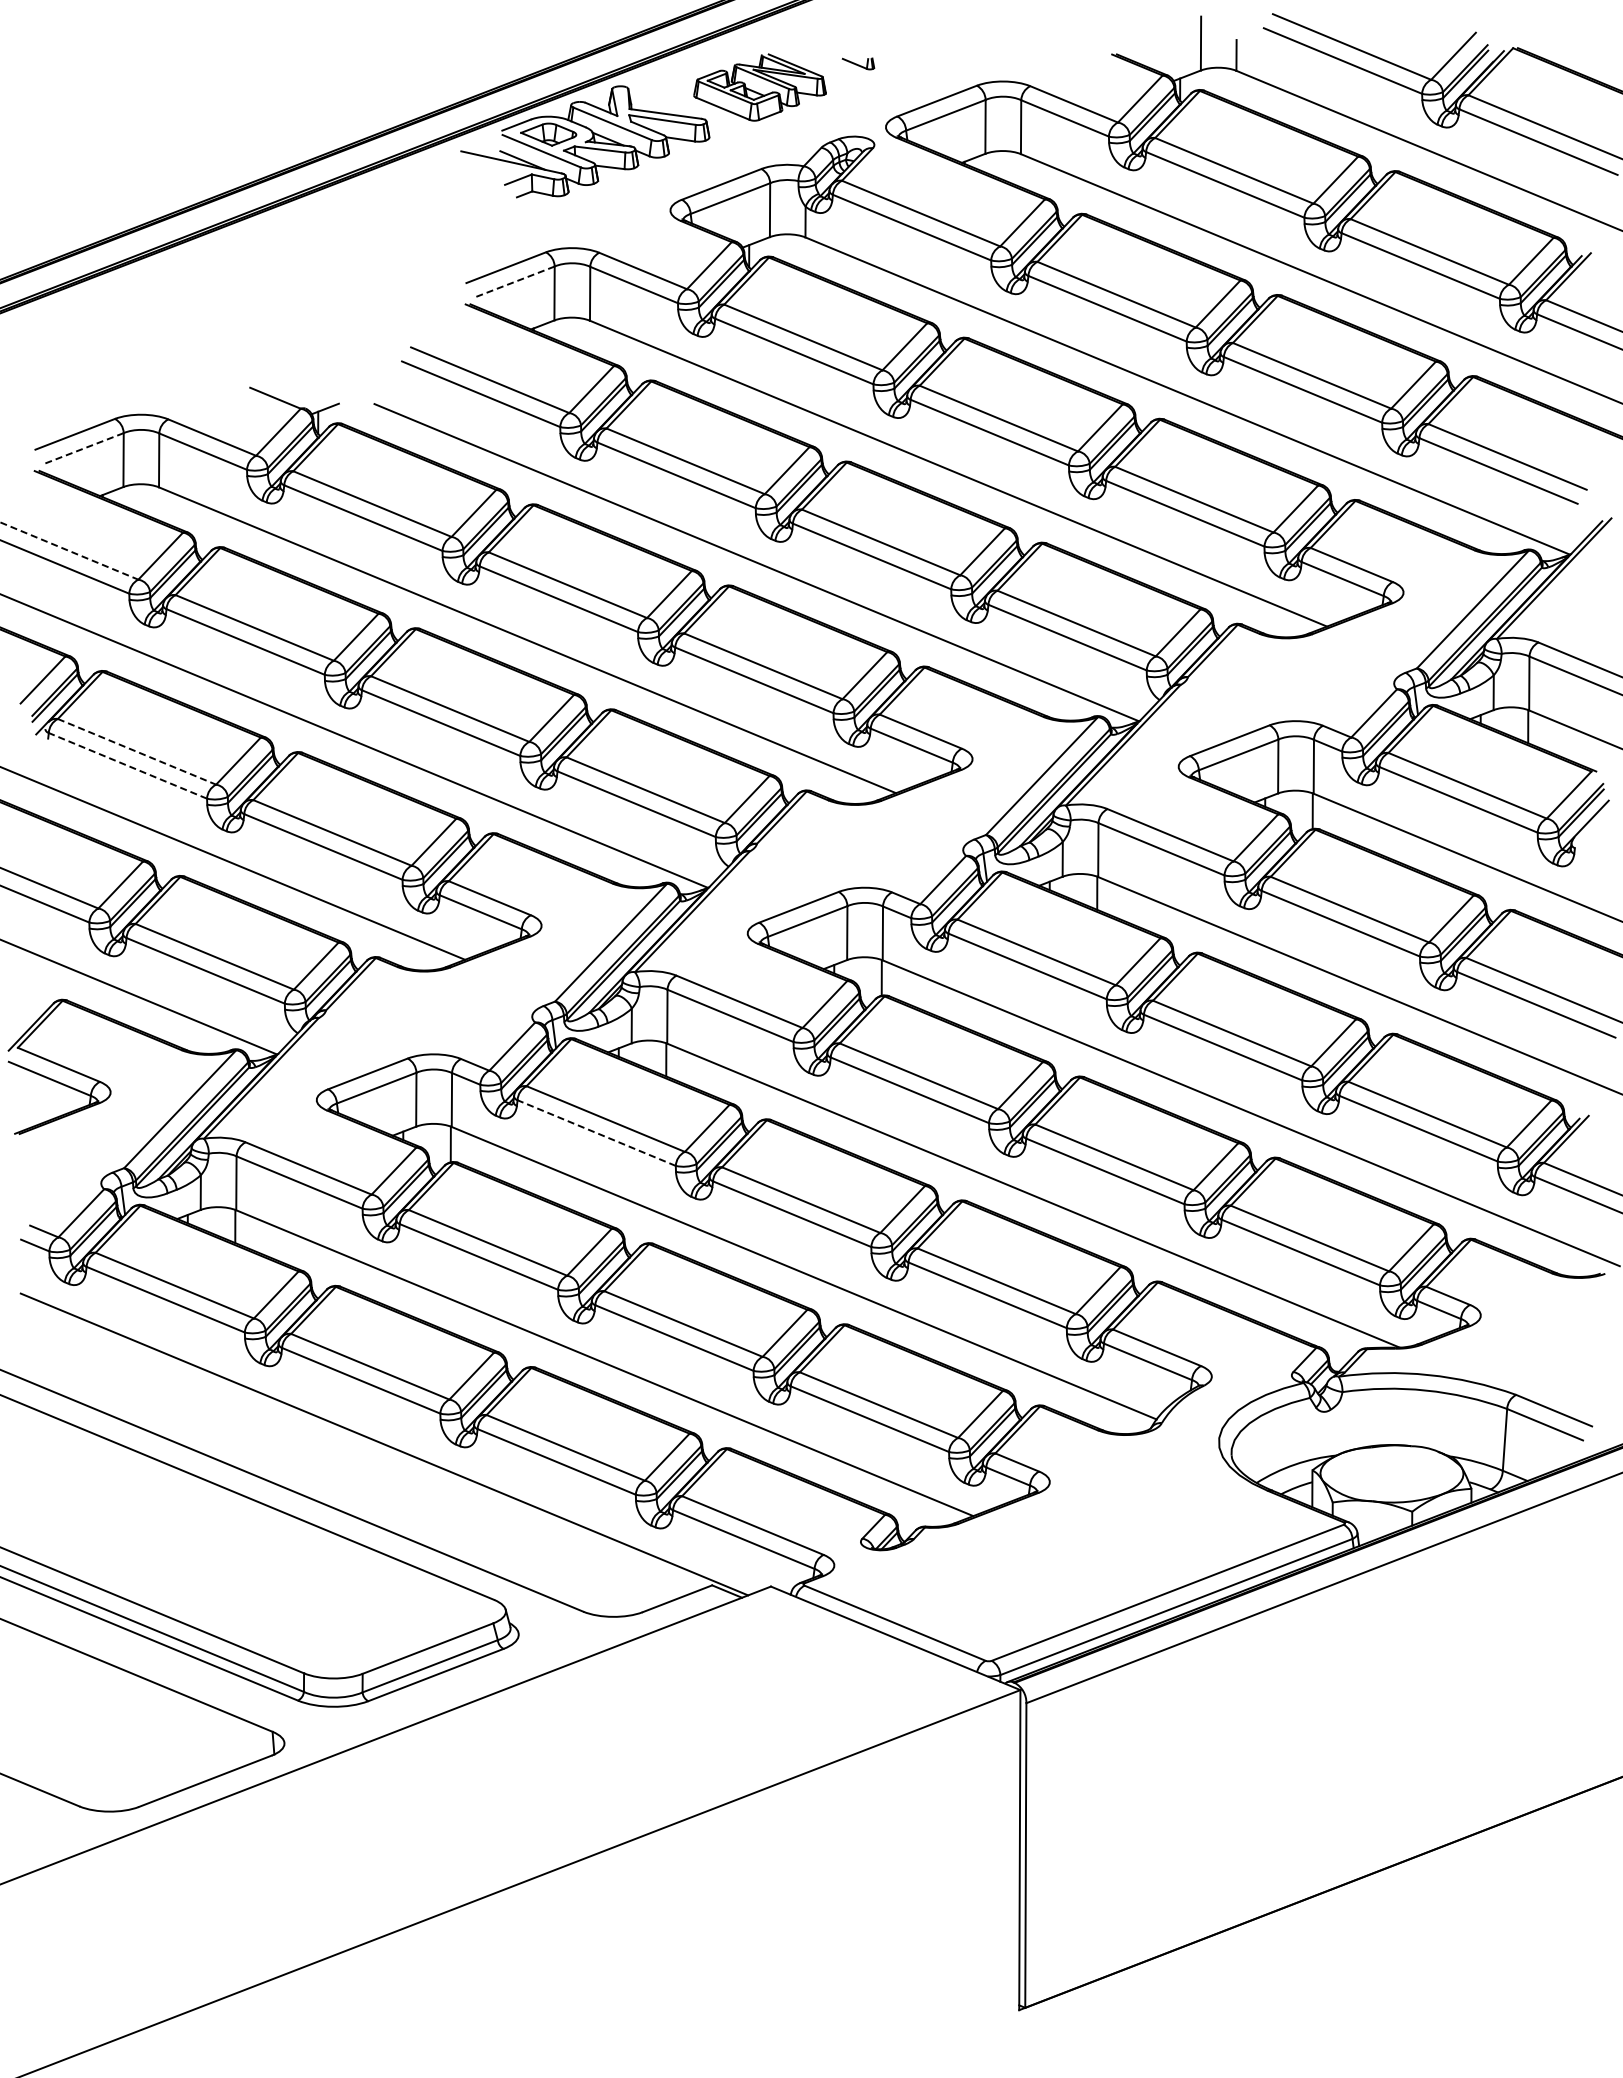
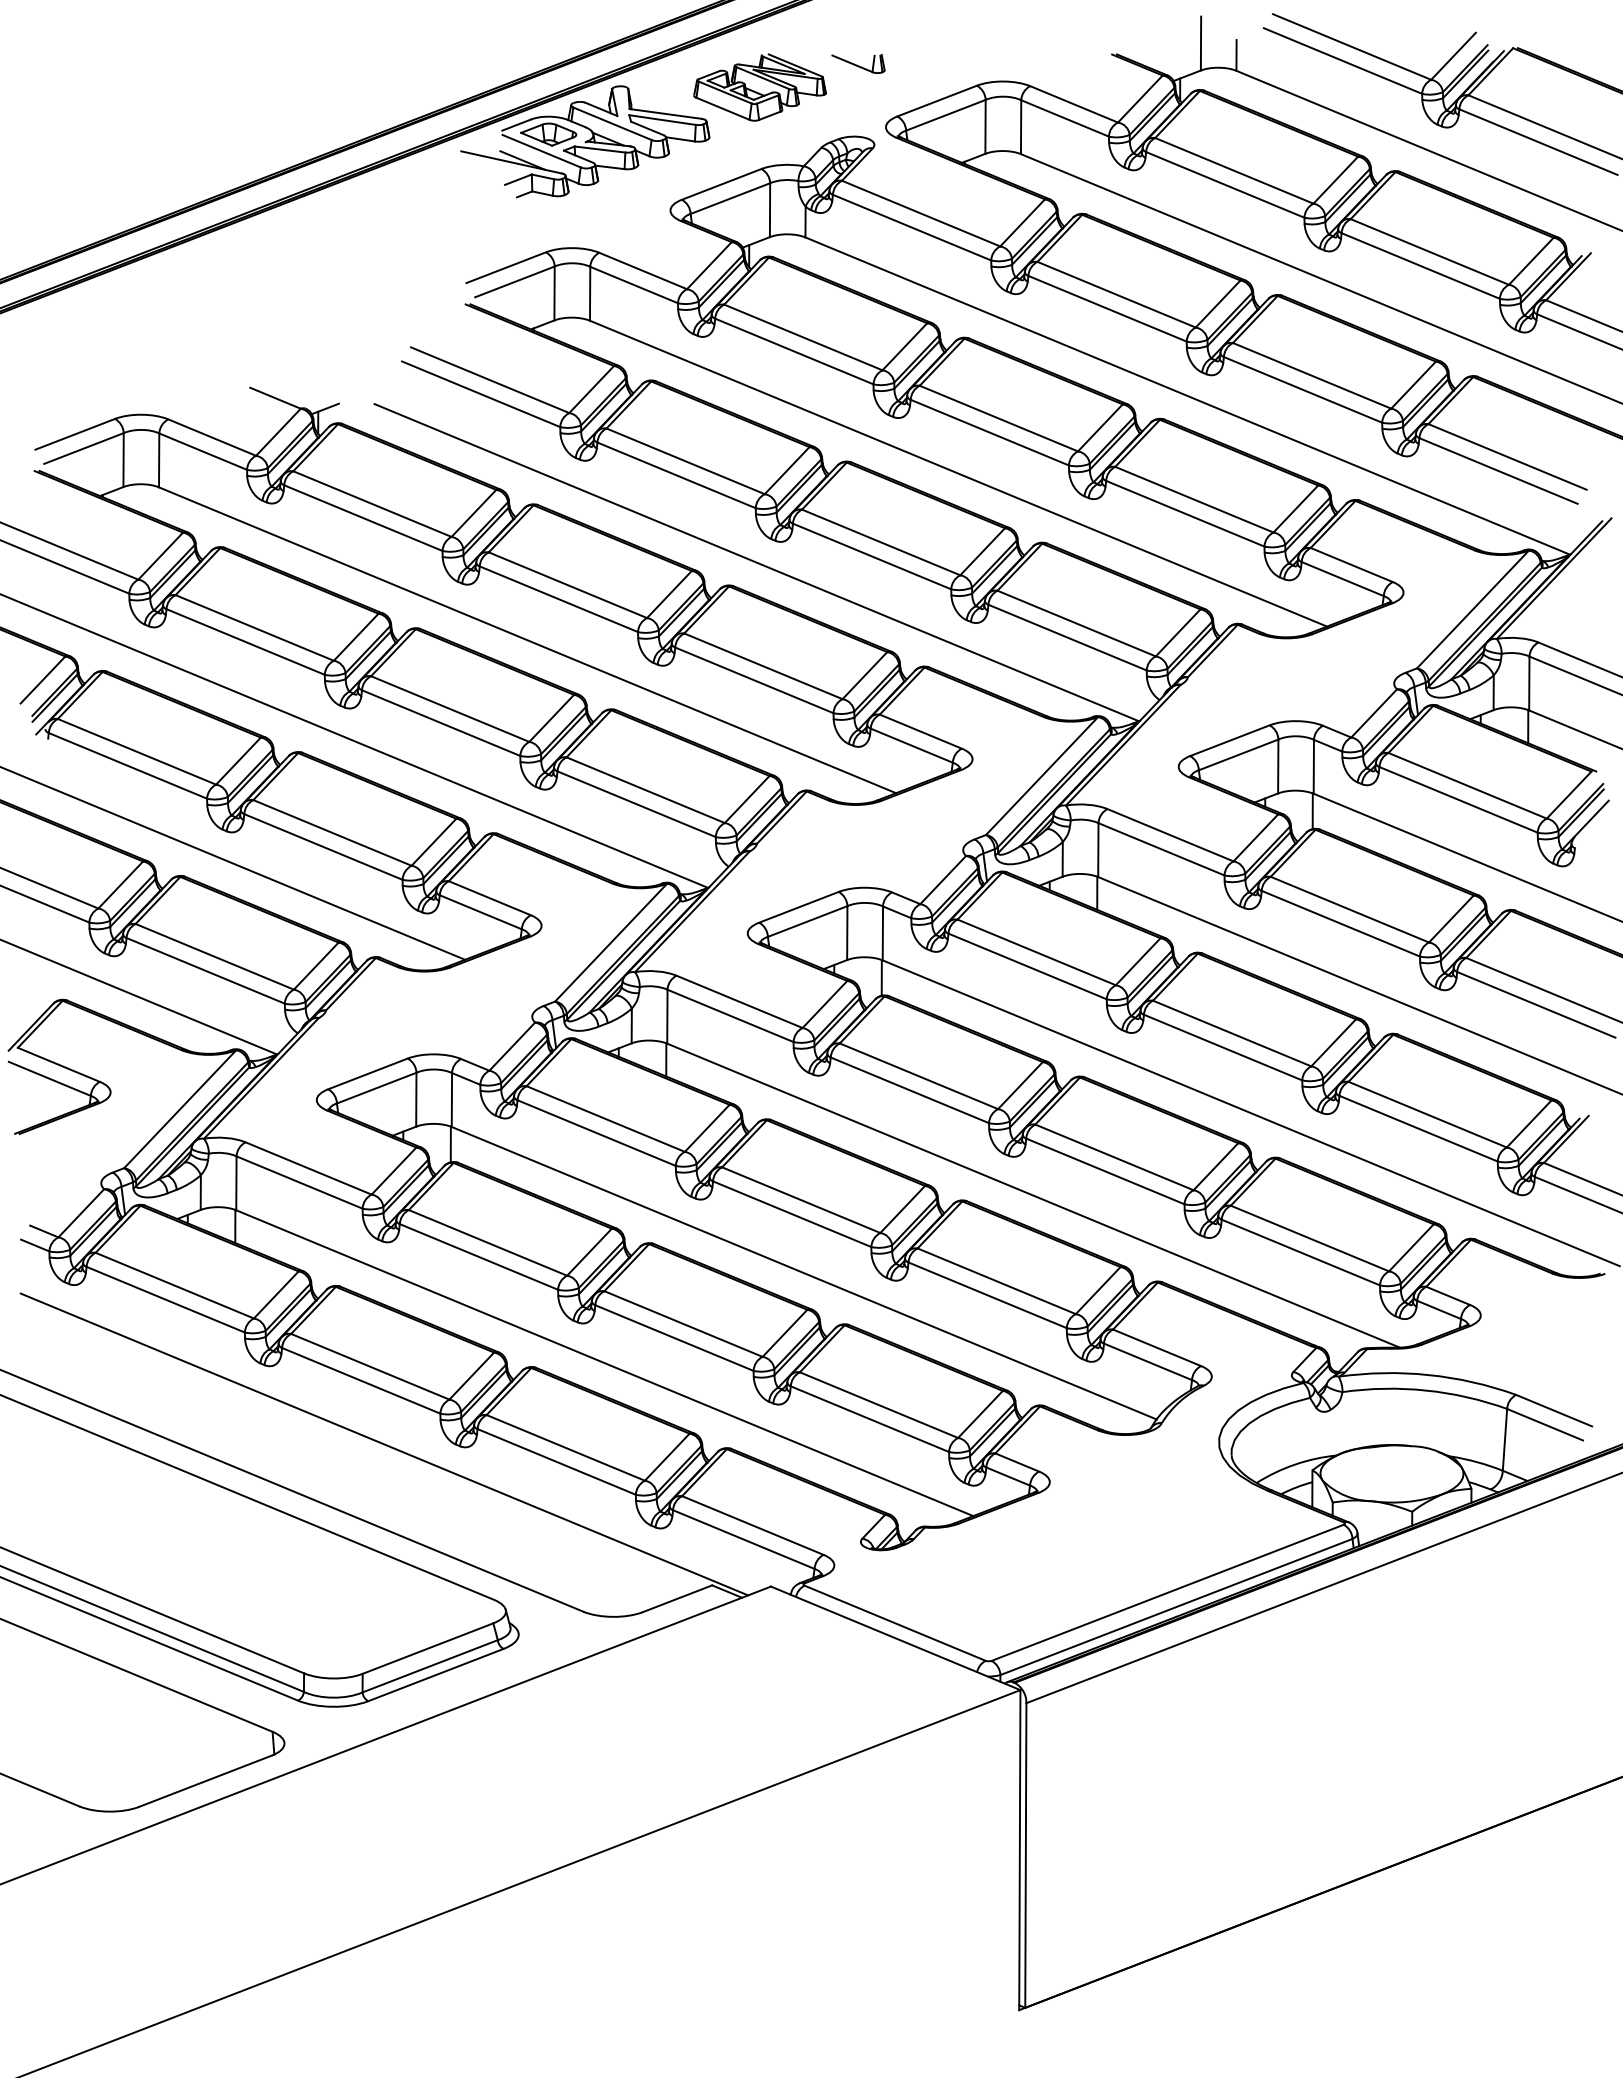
part at (858, 63) size: 35x14 px -> 55x20 px
line at (514, 281): dashed -> solid
line at (83, 448): dashed -> solid
line at (69, 551): dashed -> solid
line at (137, 751): dashed -> solid
line at (127, 765): dashed -> solid
line at (596, 1133): dashed -> solid
